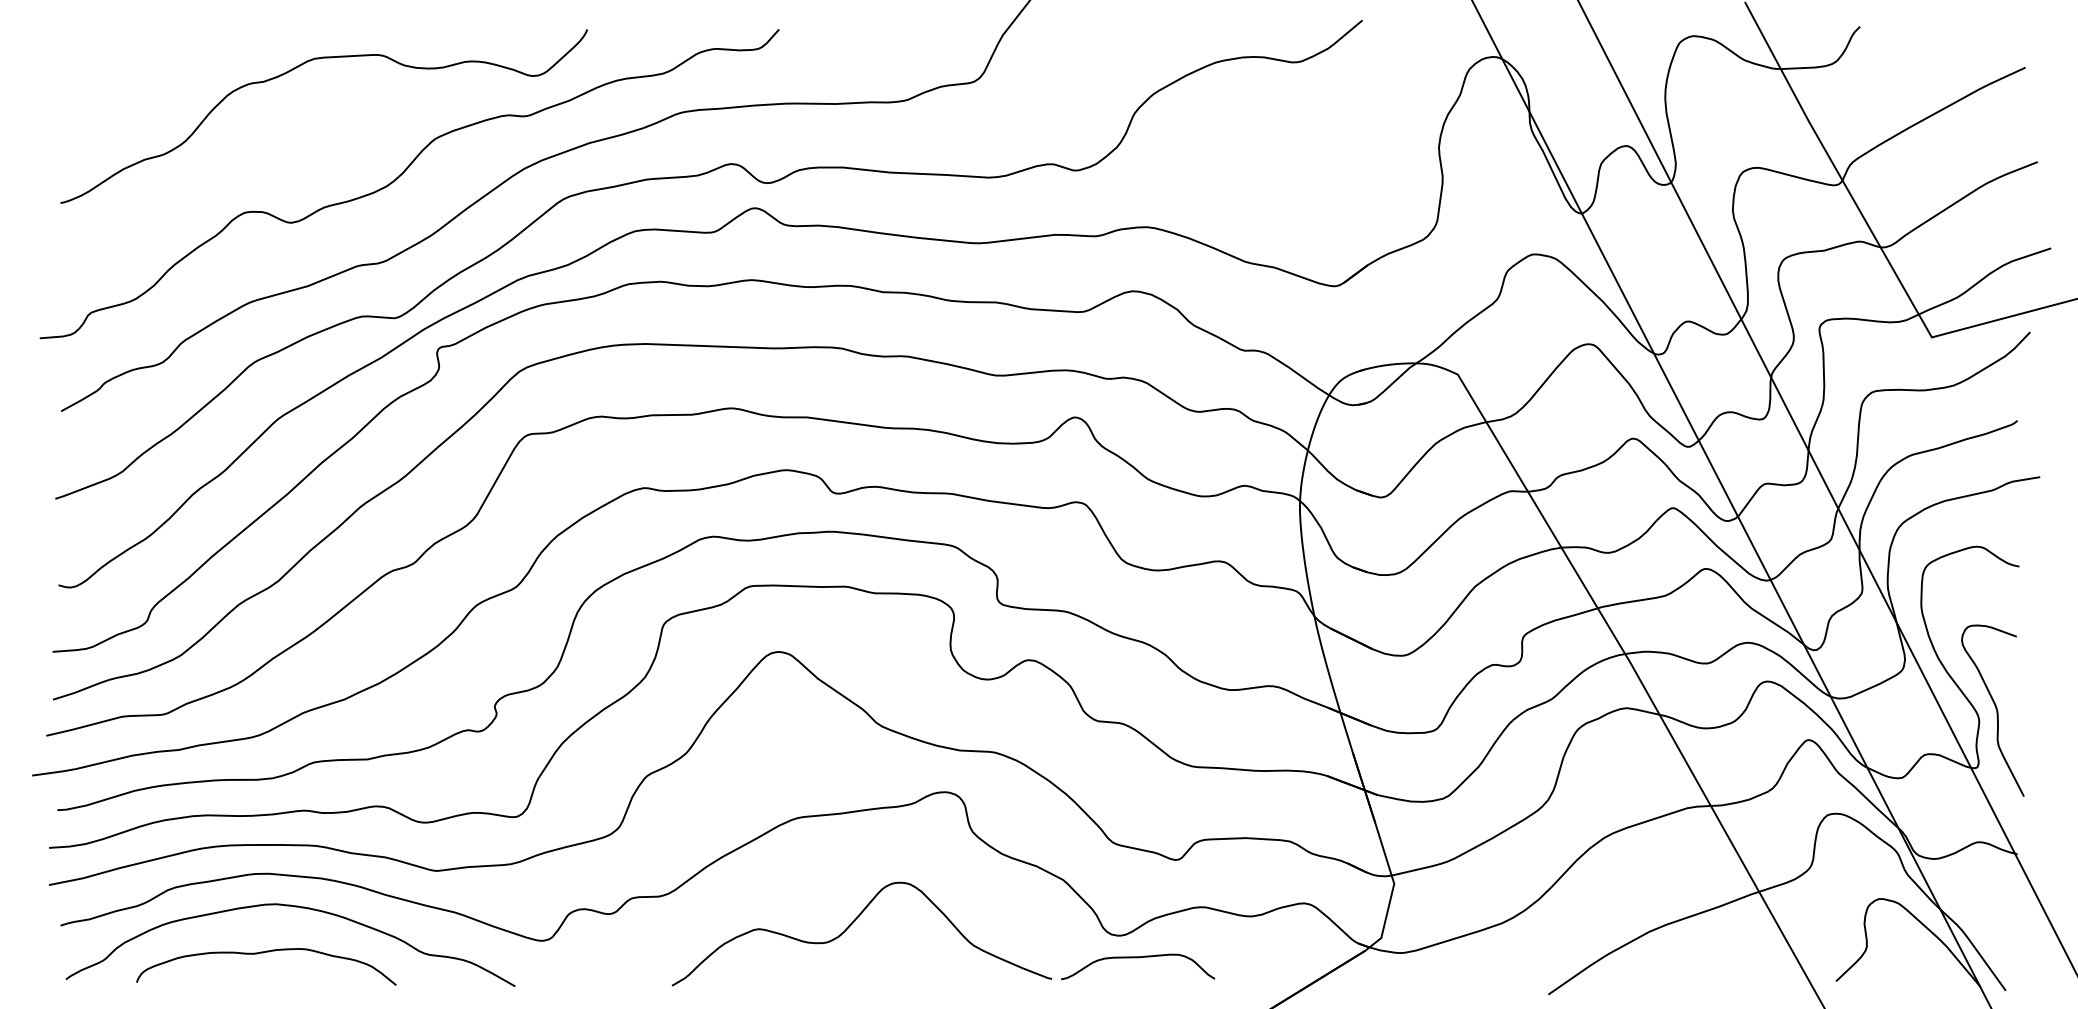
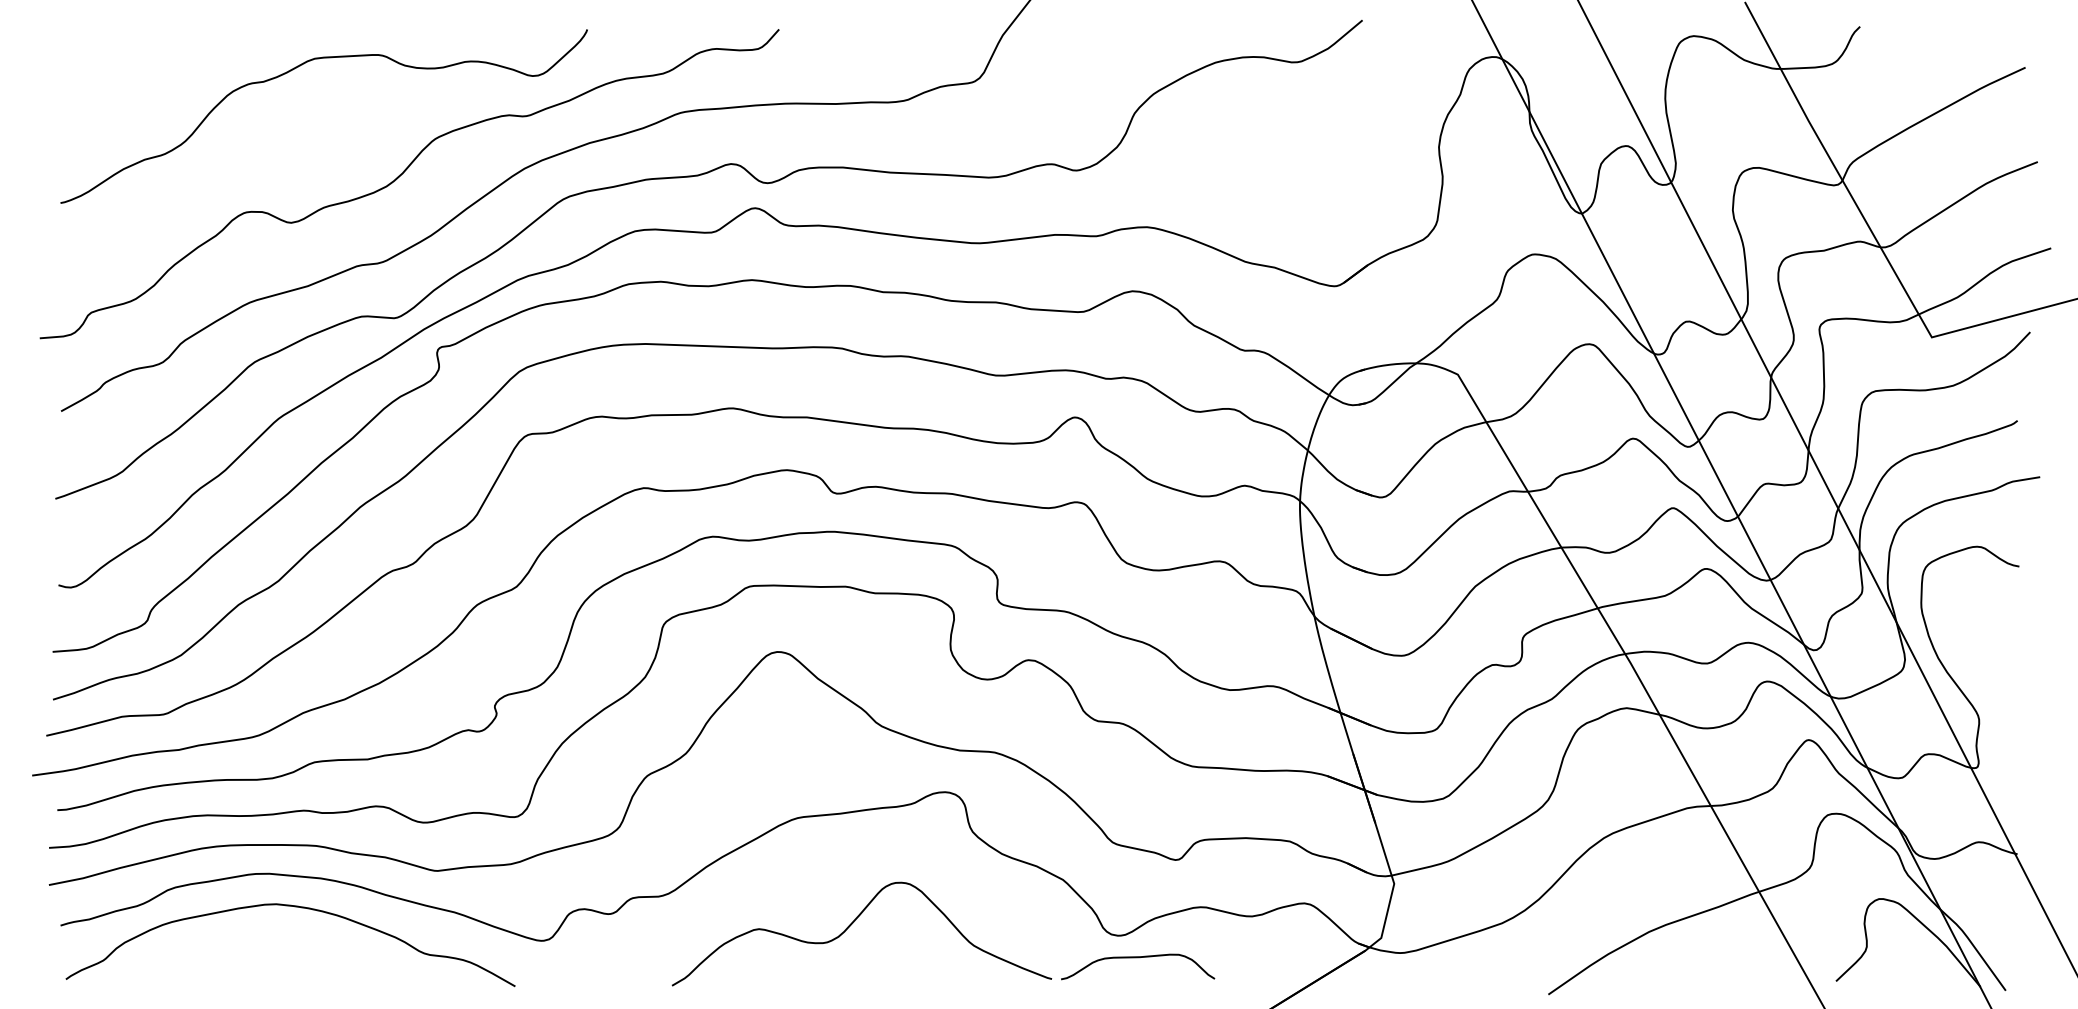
curve at (1995, 709): present -> none
curve at (263, 953): present -> none
